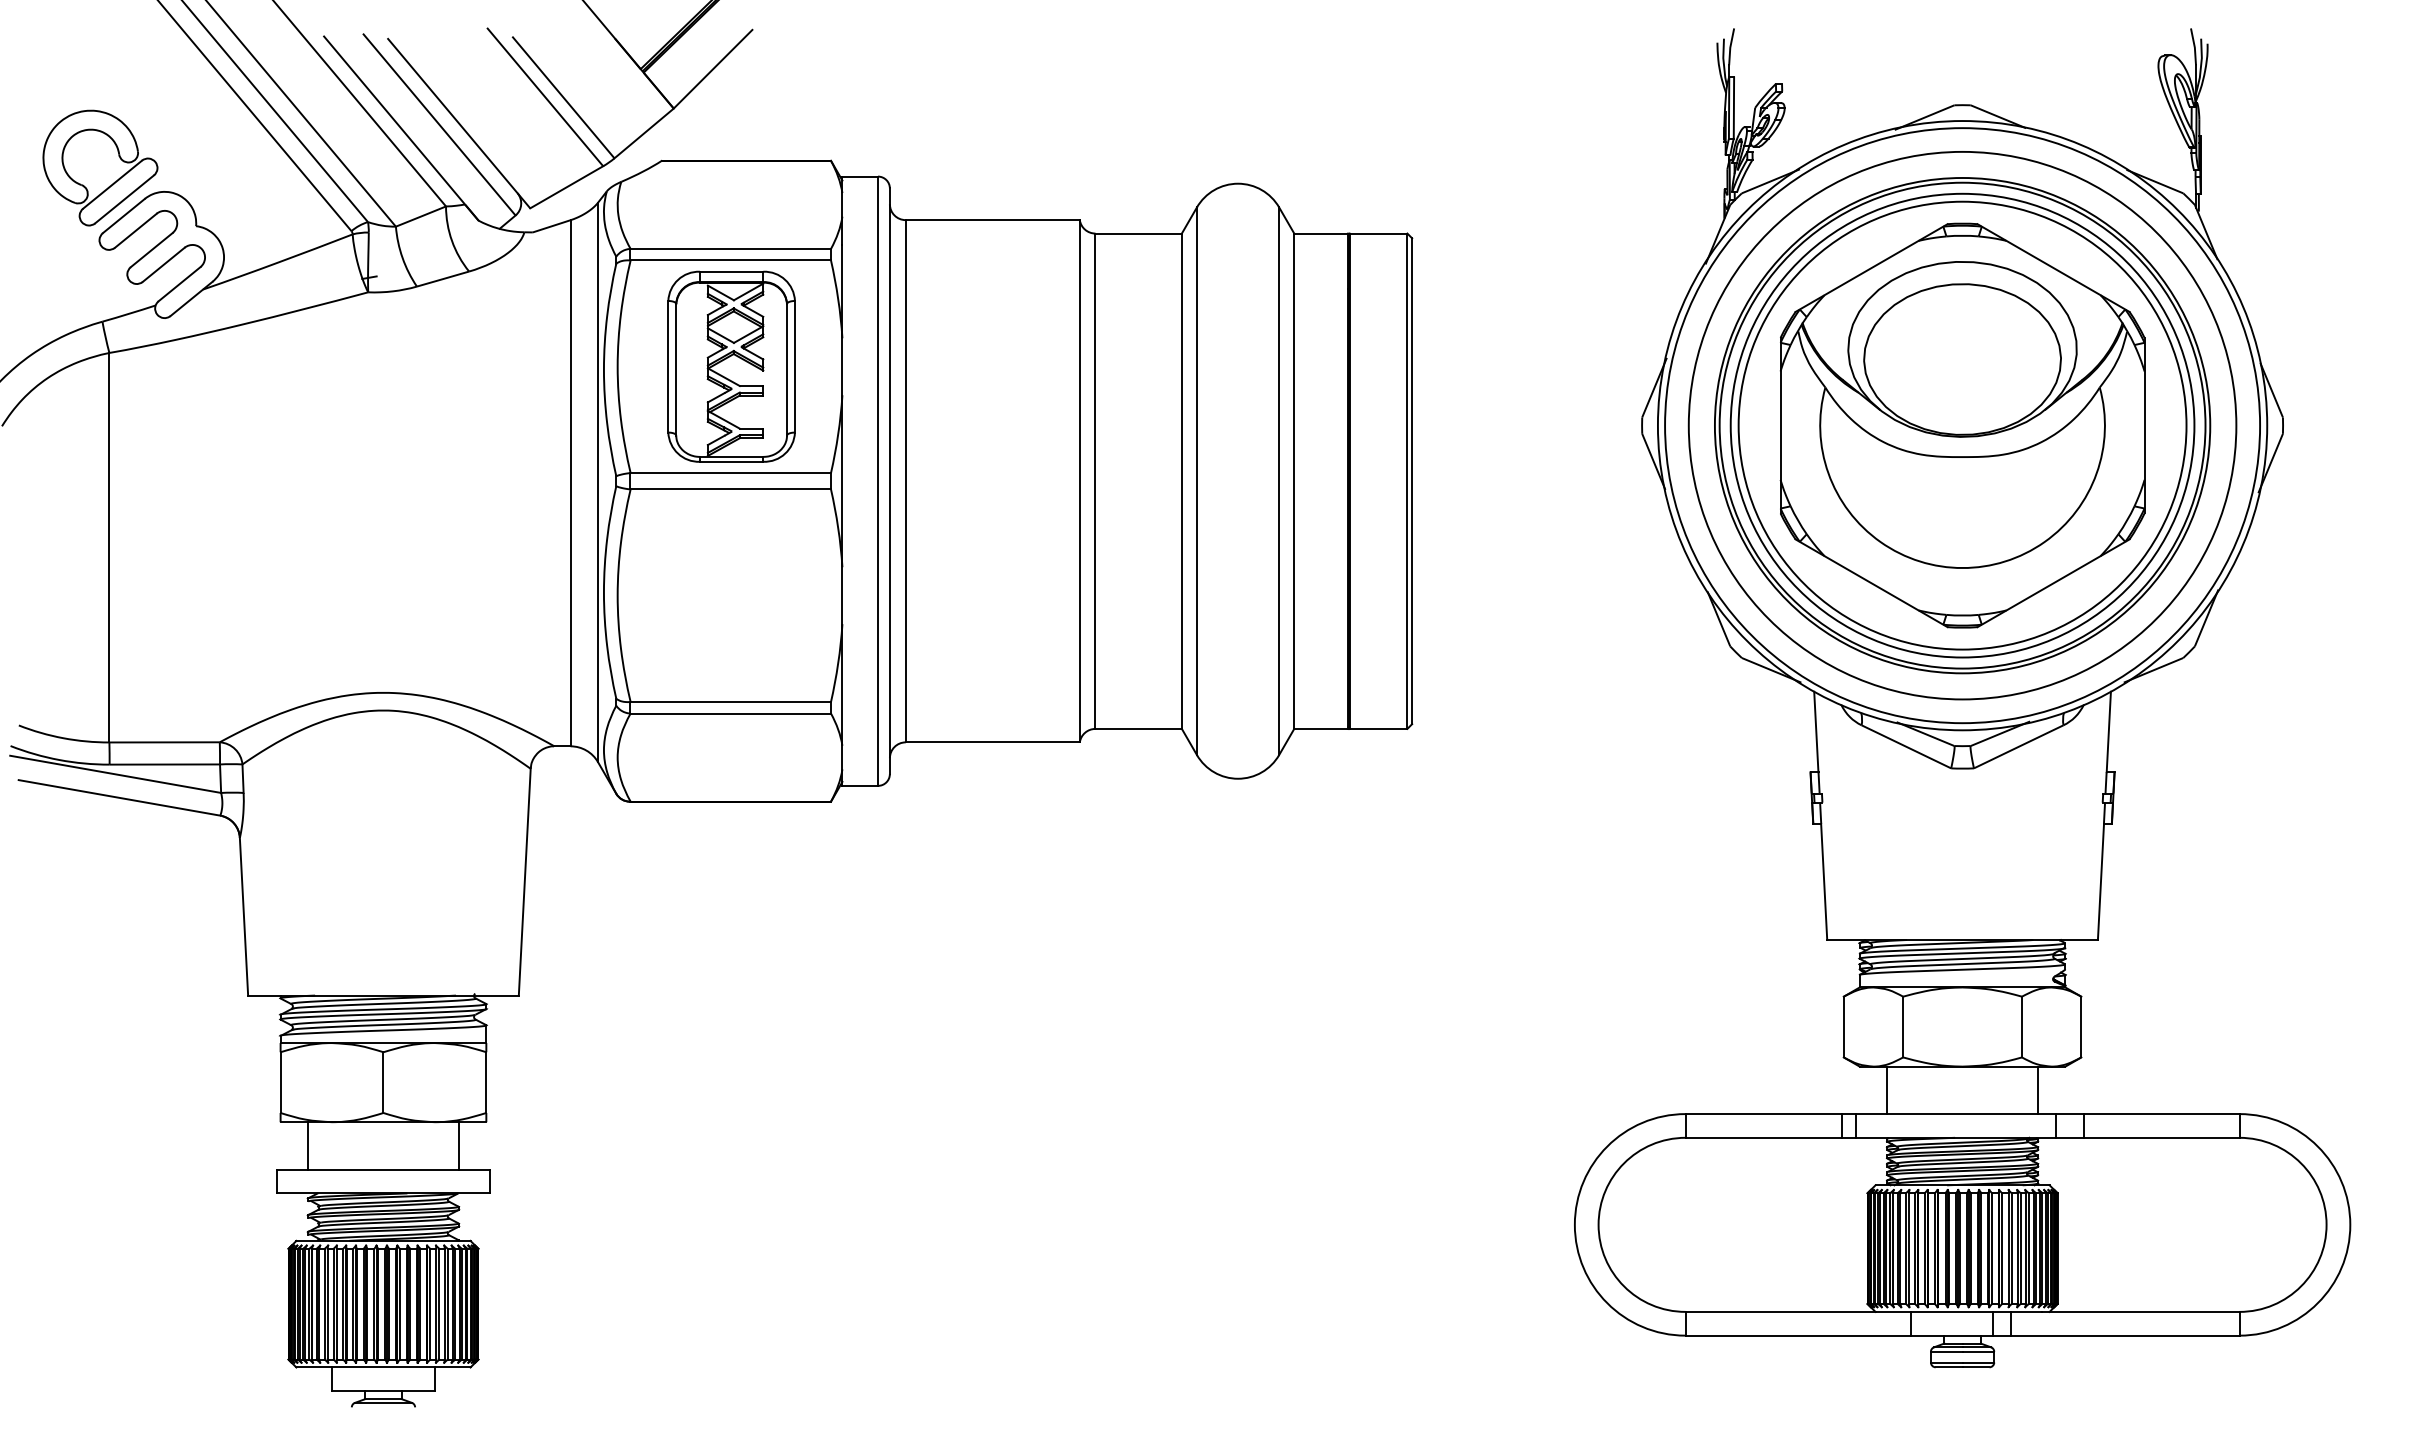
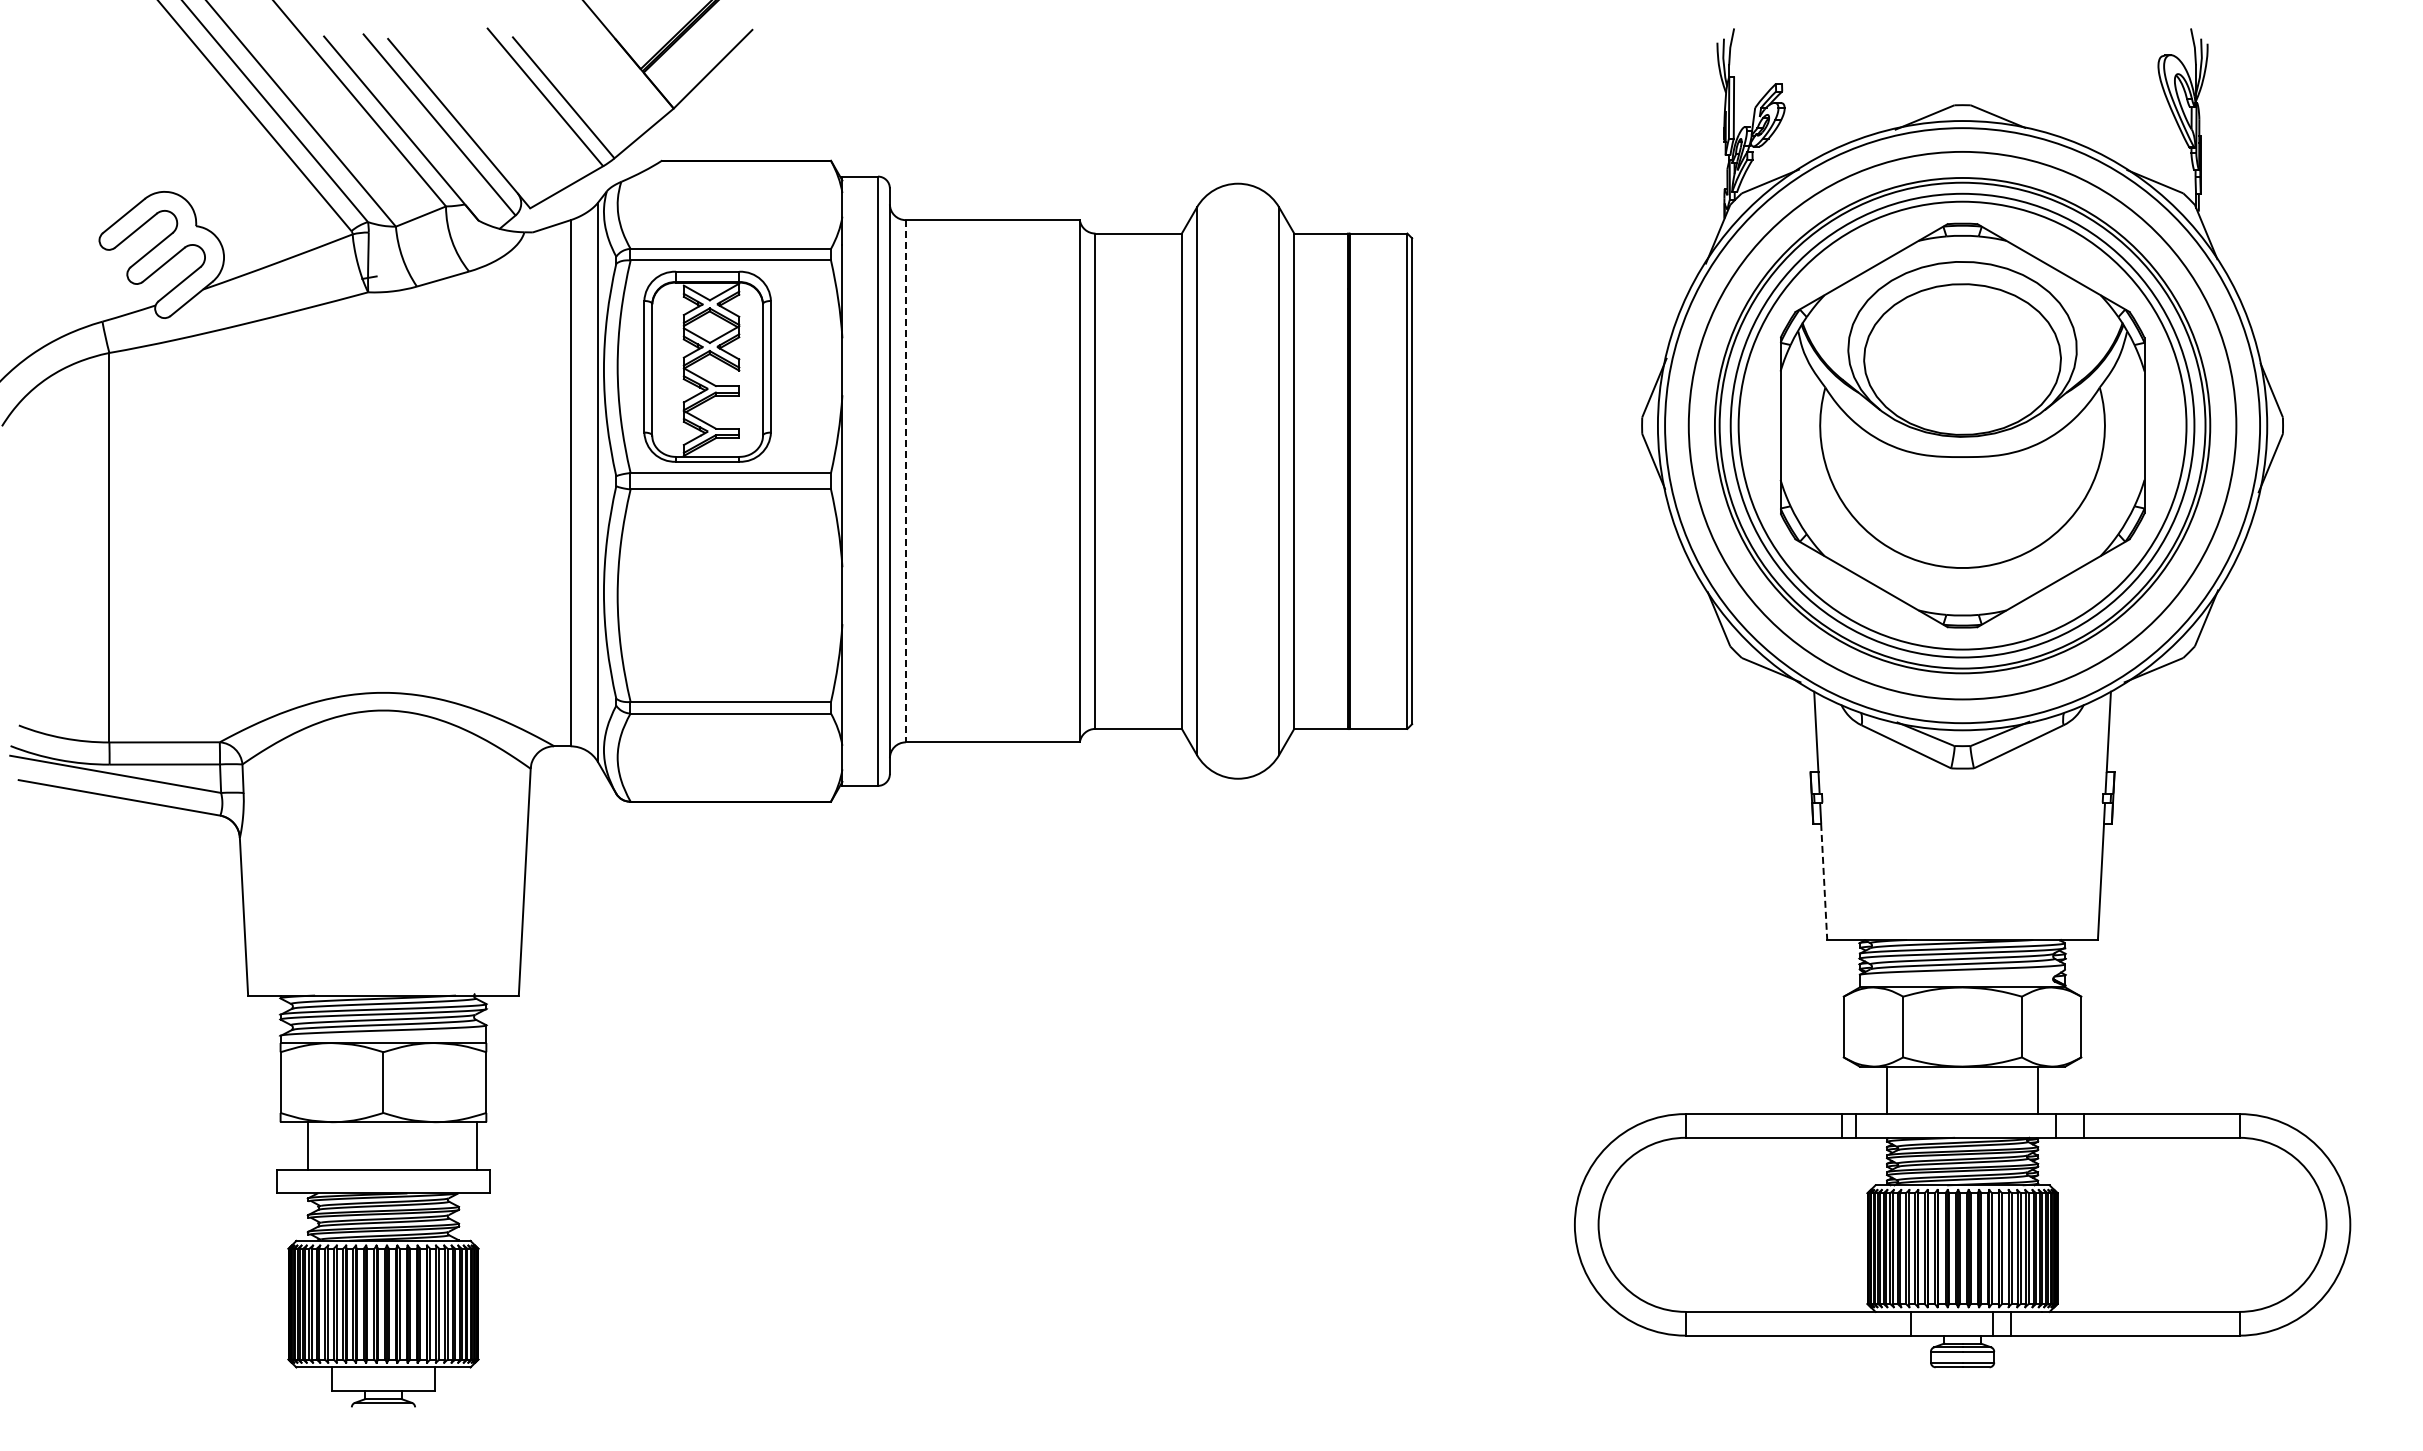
part at (114, 181): present -> none
part at (731, 366) position: (731, 366) -> (707, 366)
line at (905, 481): solid -> dashed
line at (1824, 882): solid -> dashed
line at (458, 1145) position: (458, 1145) -> (476, 1145)
